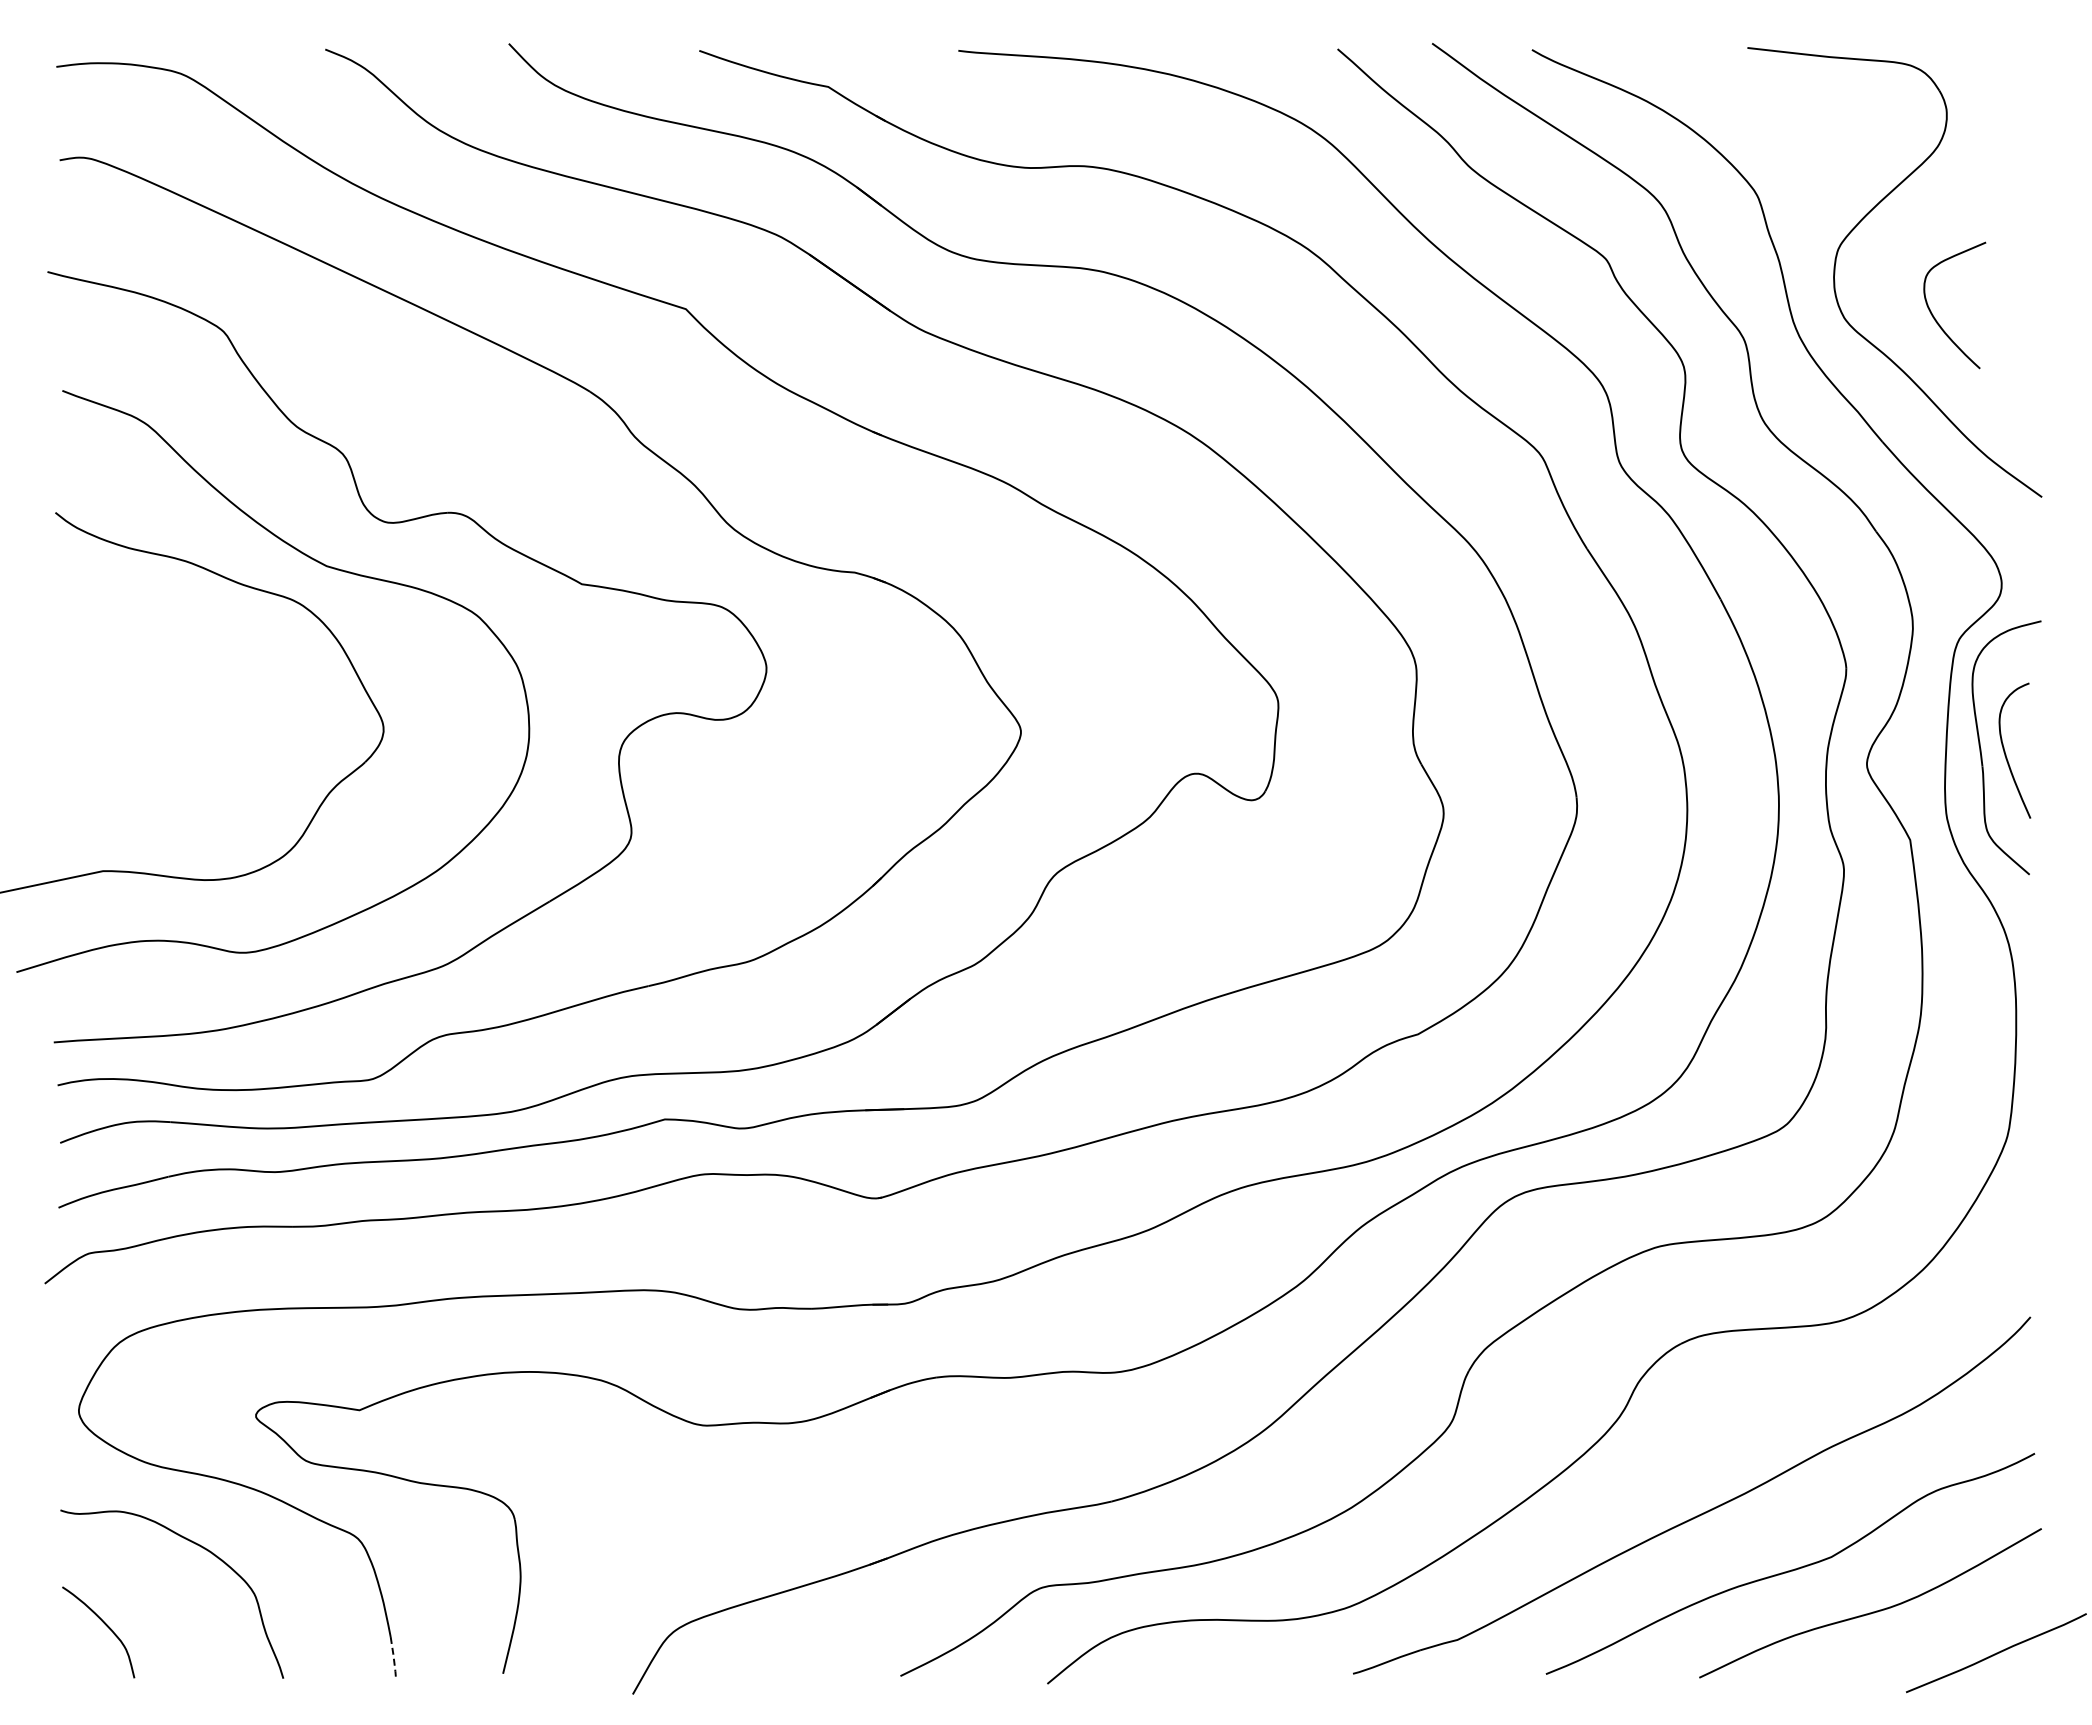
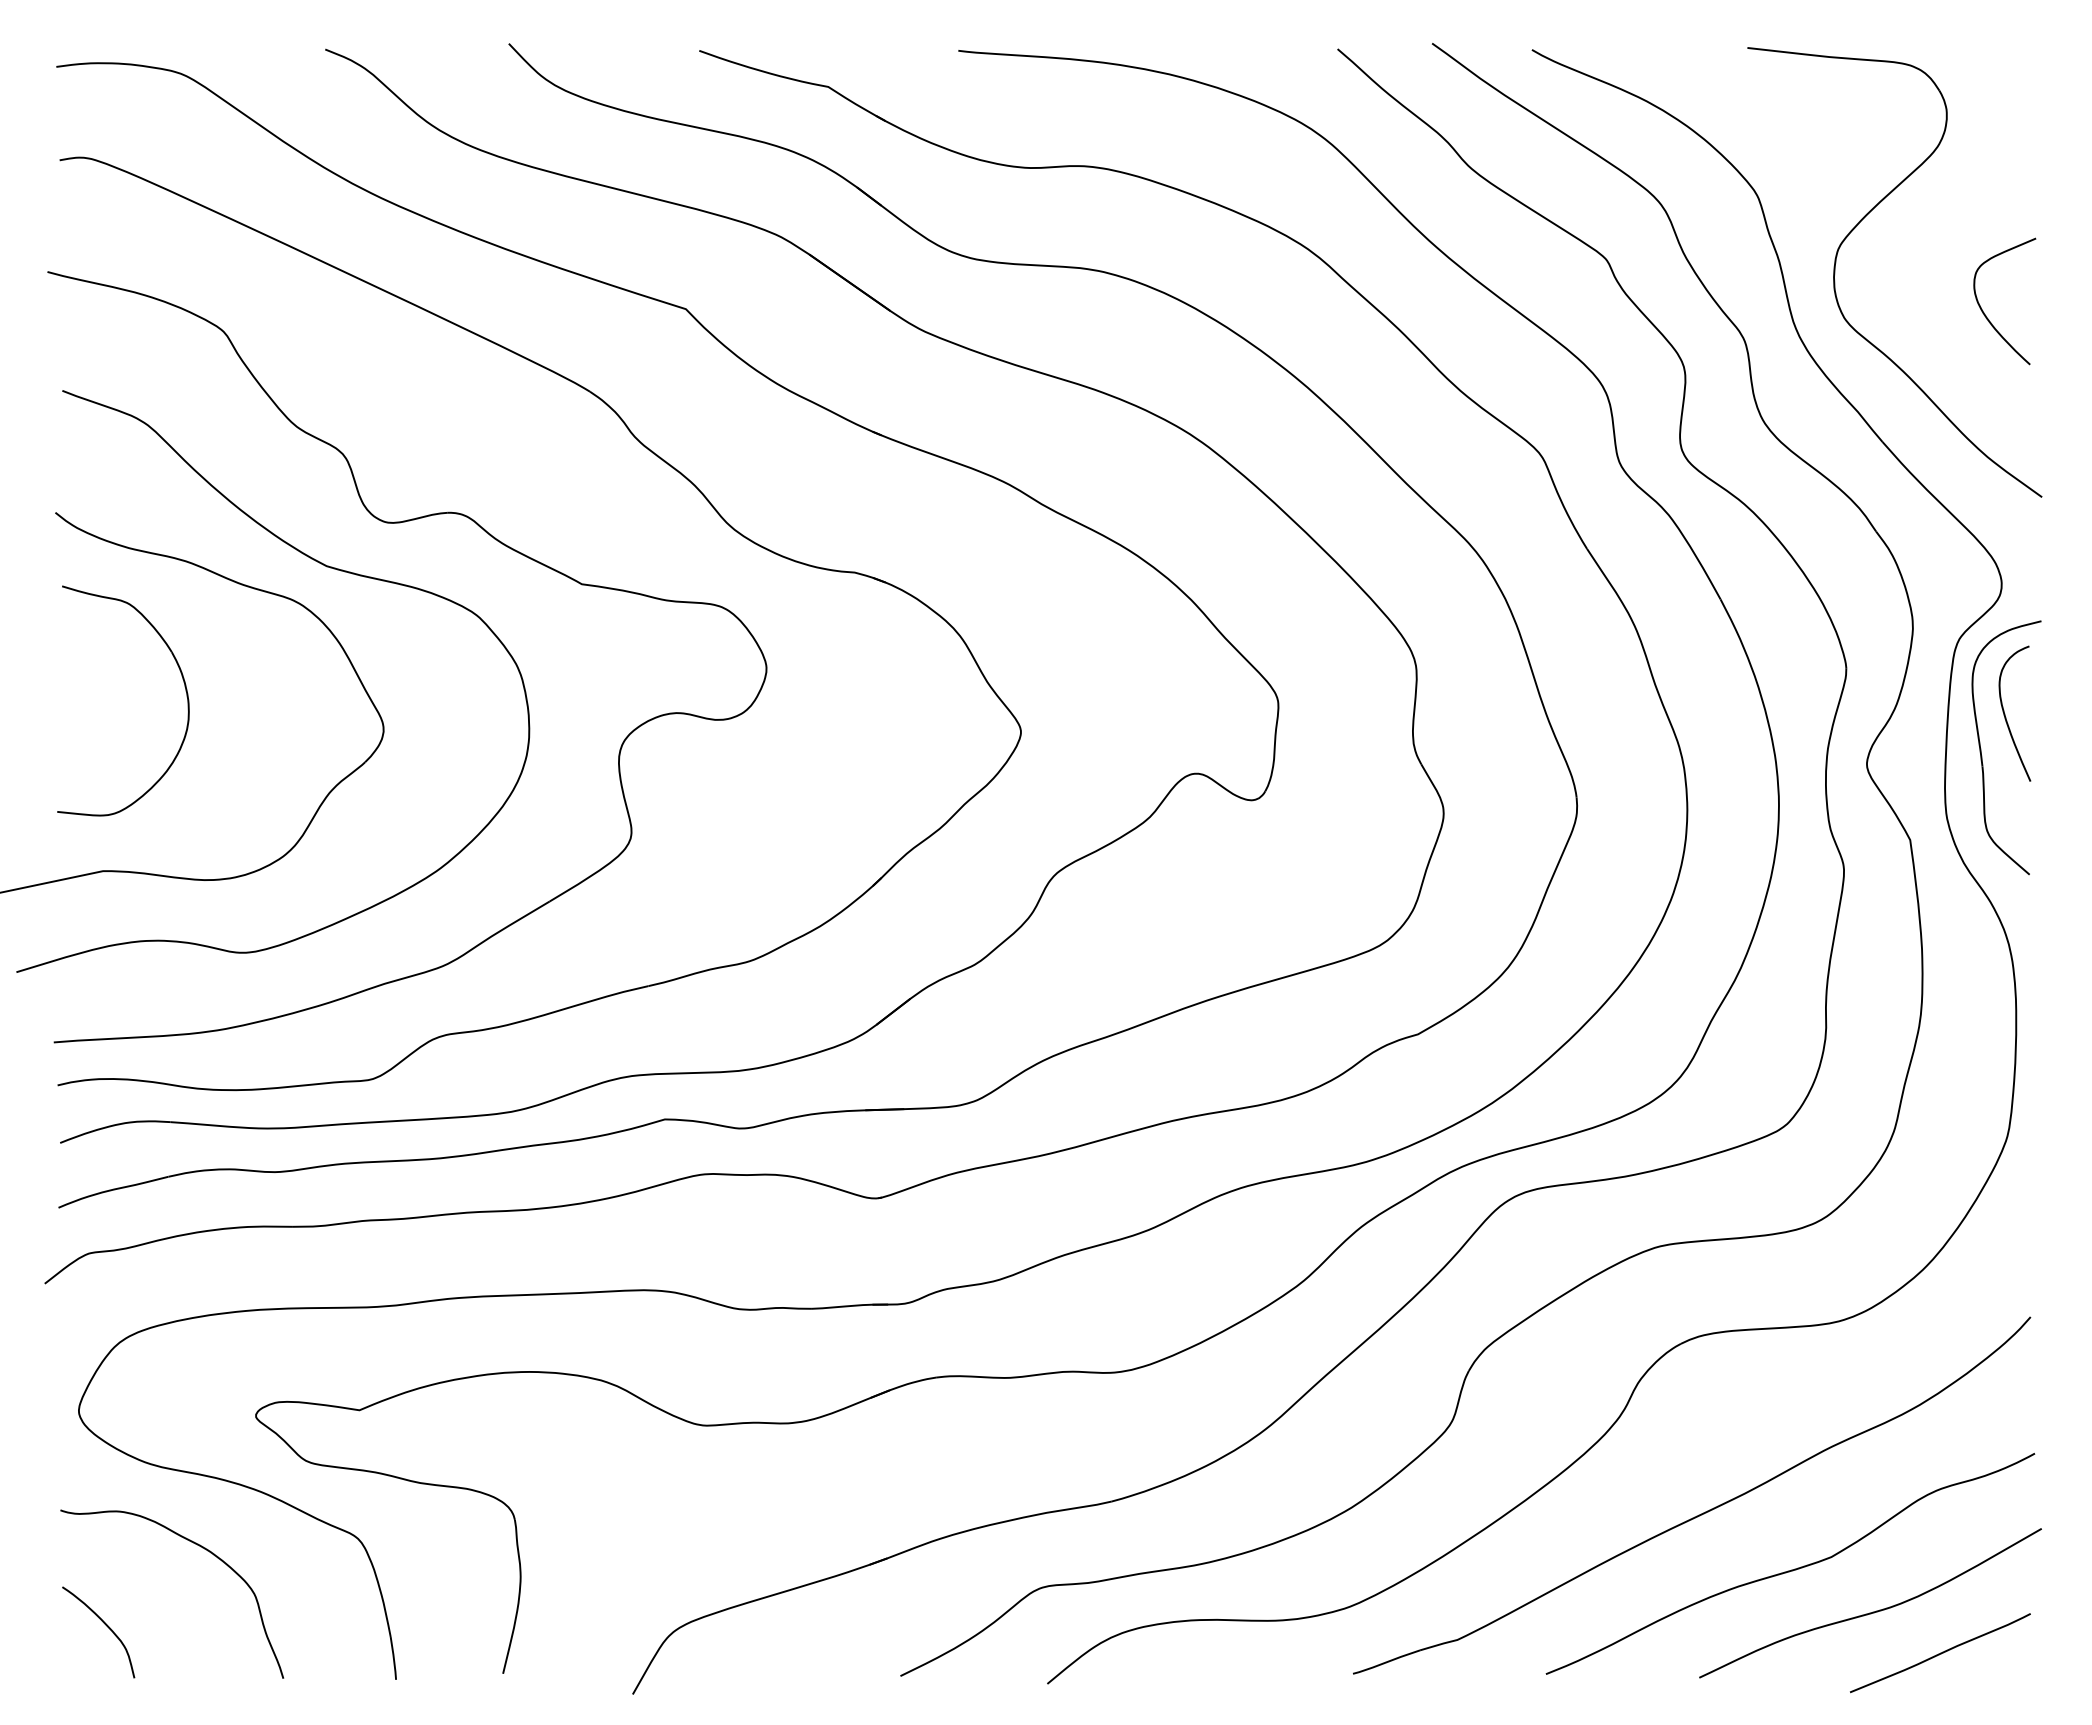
curve at (1936, 319) position: (1936, 319) -> (1986, 315)
part at (184, 686): none -> present
curve at (2006, 754) position: (2006, 754) -> (2006, 717)
curve at (1996, 1653) position: (1996, 1653) -> (1940, 1653)
line at (393, 1659): dashed -> solid
